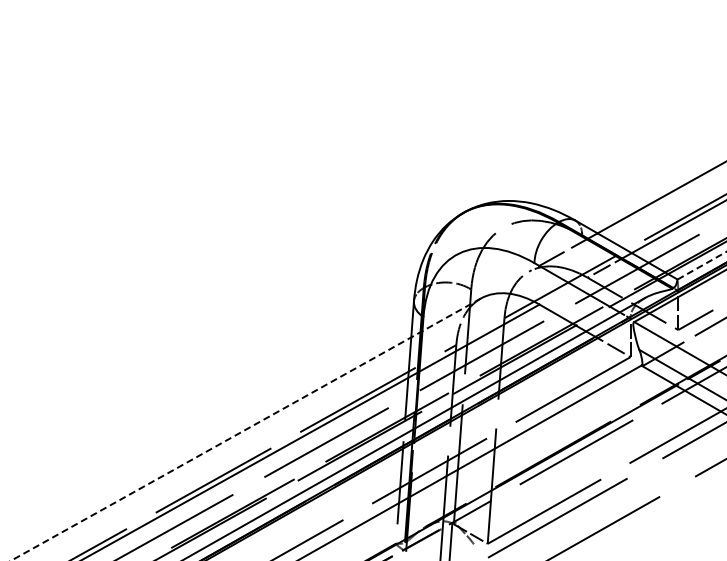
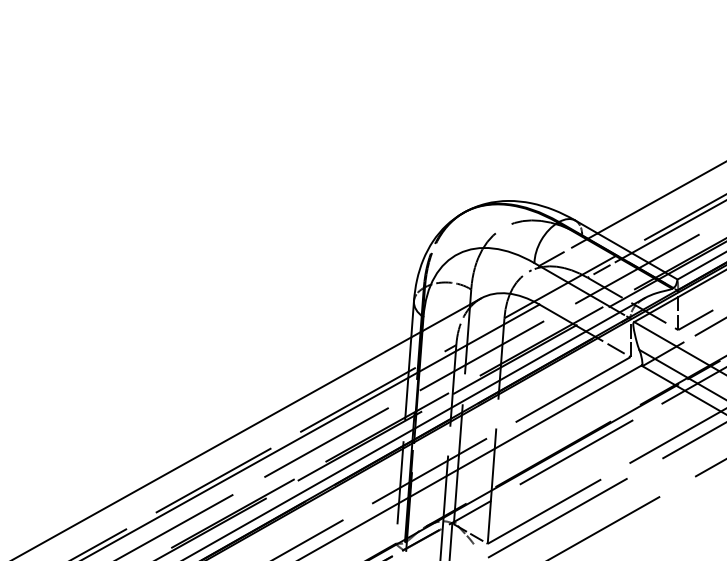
line at (701, 265): dashed -> solid
line at (246, 429): dashed -> solid
